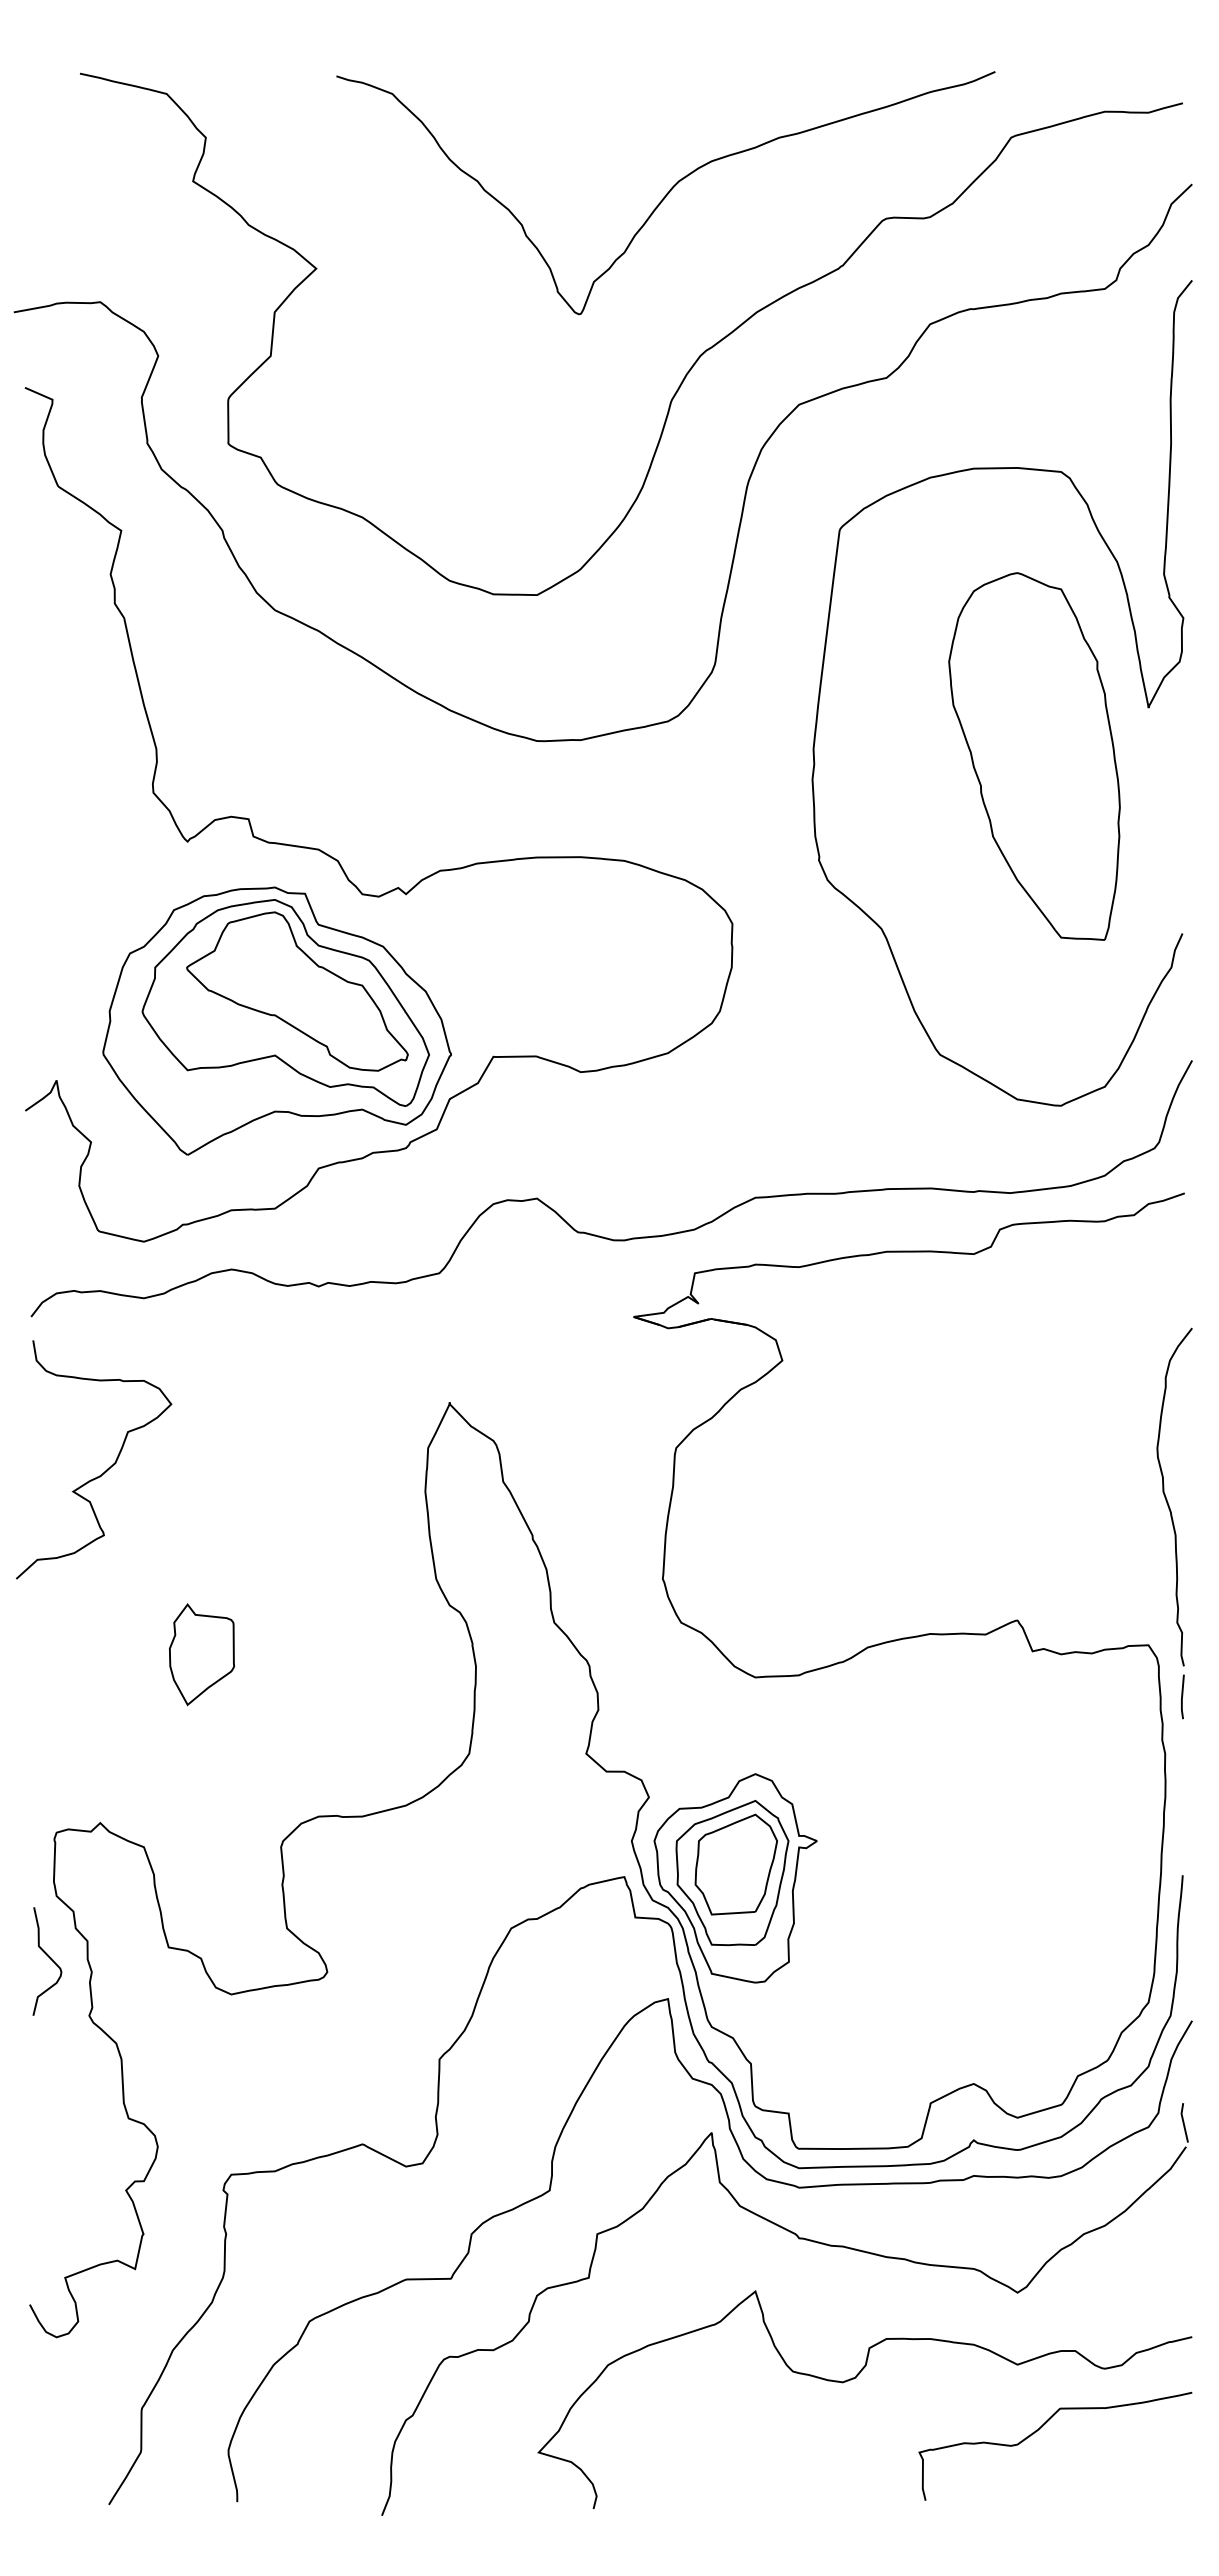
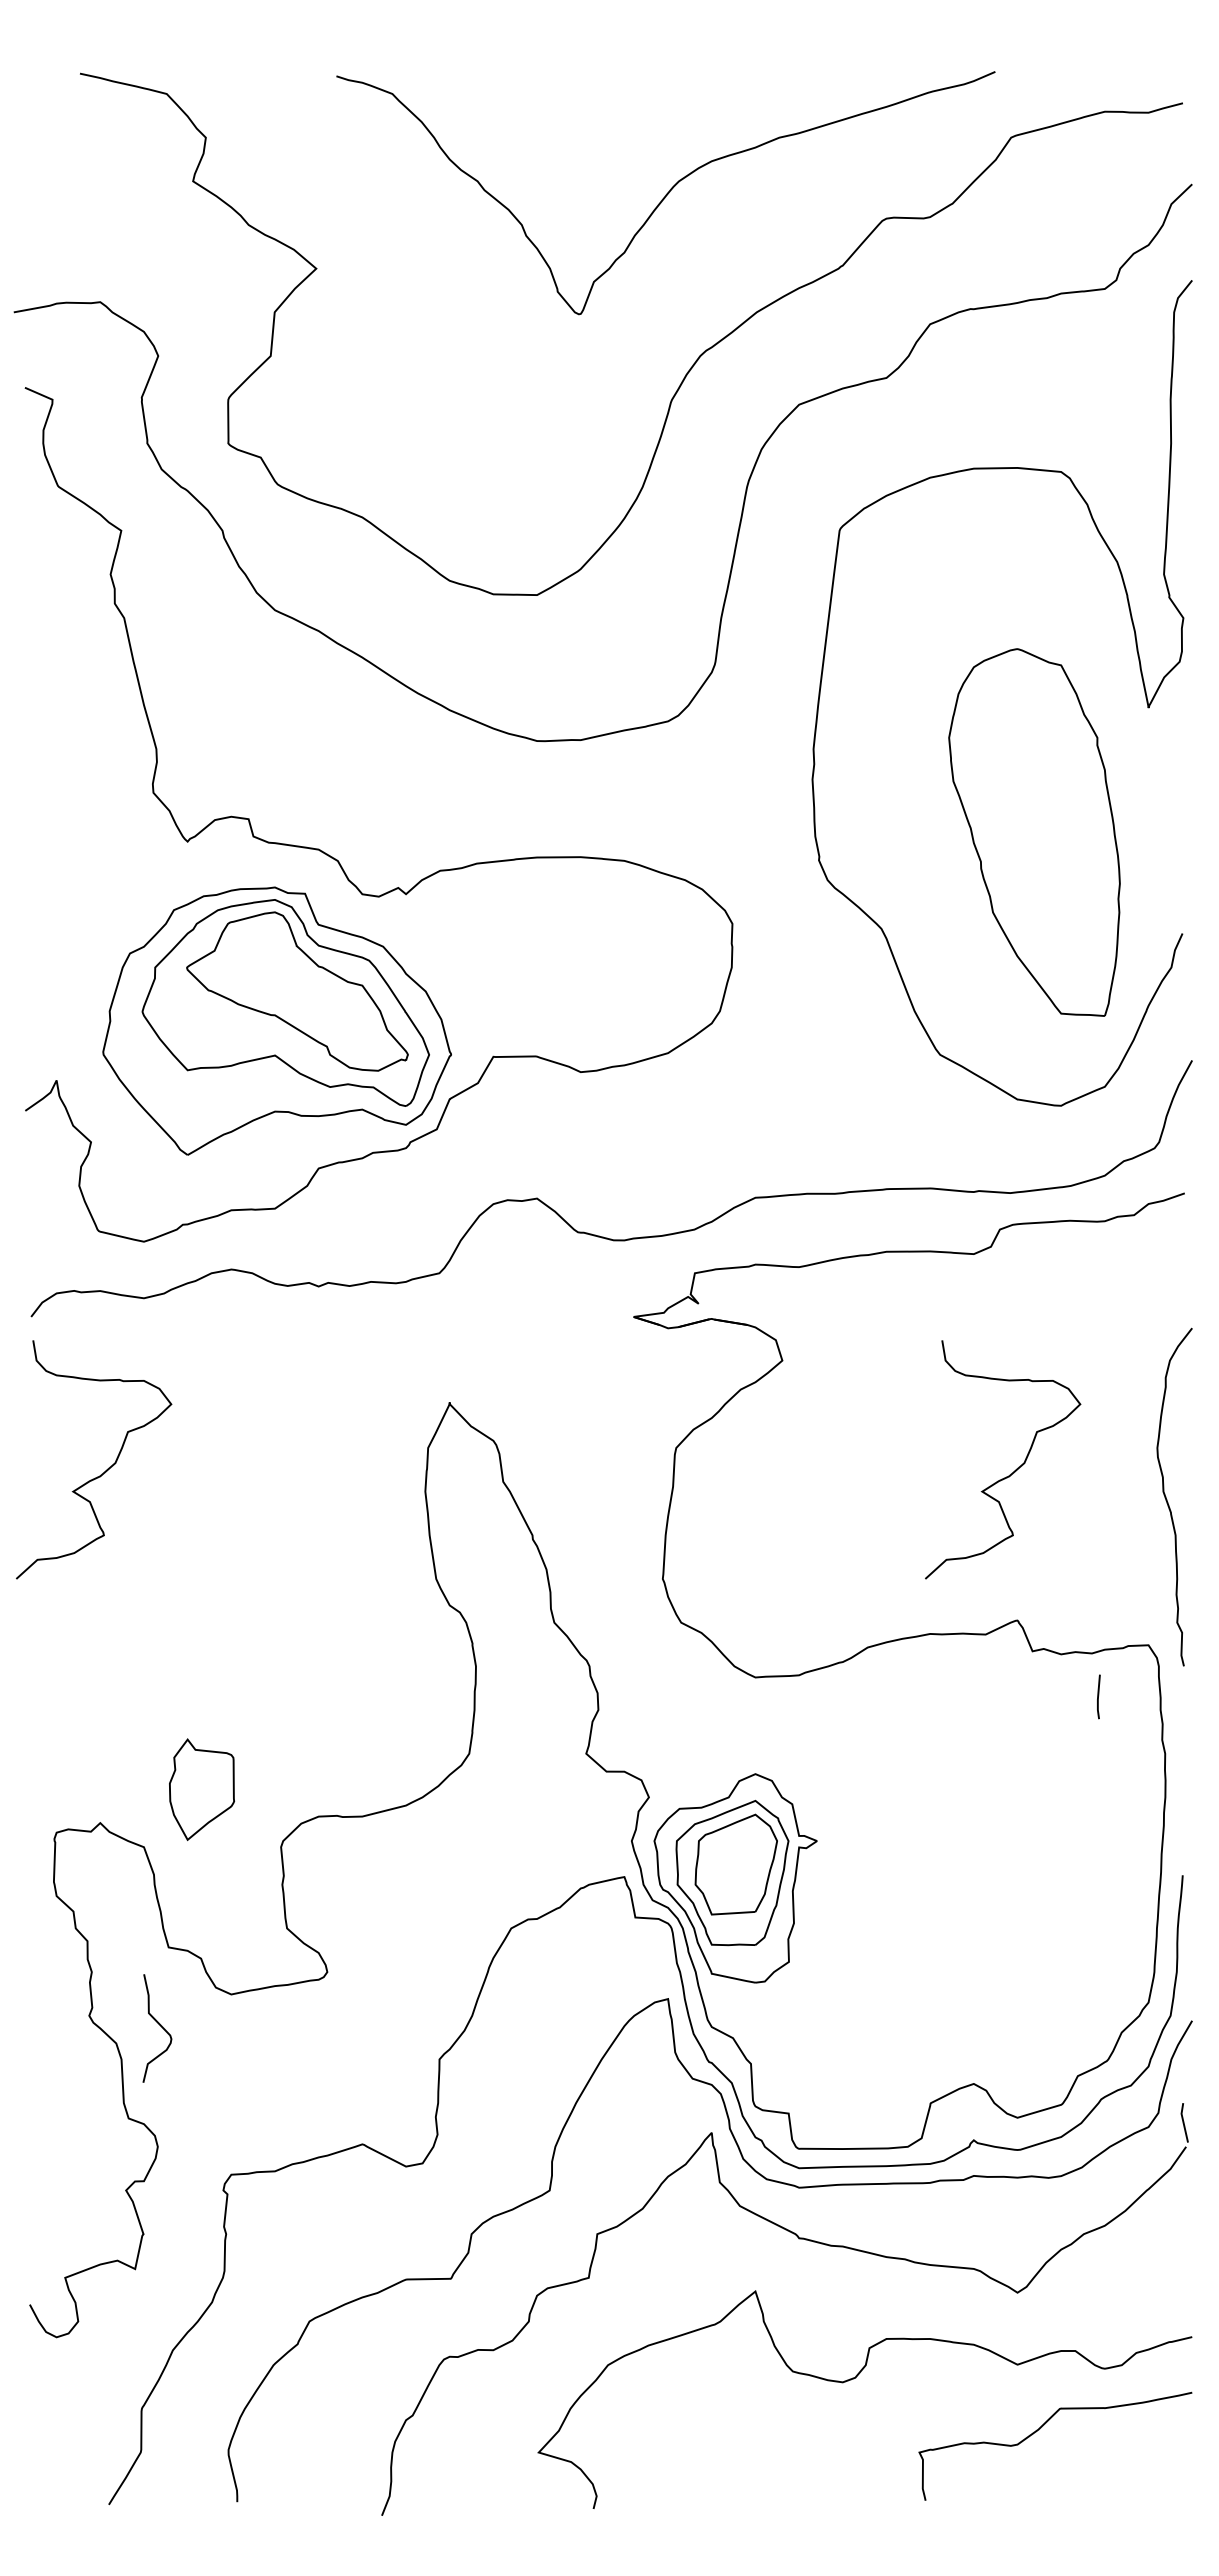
part at (1034, 756) position: (1034, 756) -> (1034, 832)
curve at (1014, 1470): none -> present
part at (201, 1654) position: (201, 1654) -> (201, 1789)
line at (1182, 1696) position: (1182, 1696) -> (1098, 1696)
curve at (49, 1958) position: (49, 1958) -> (159, 2025)
